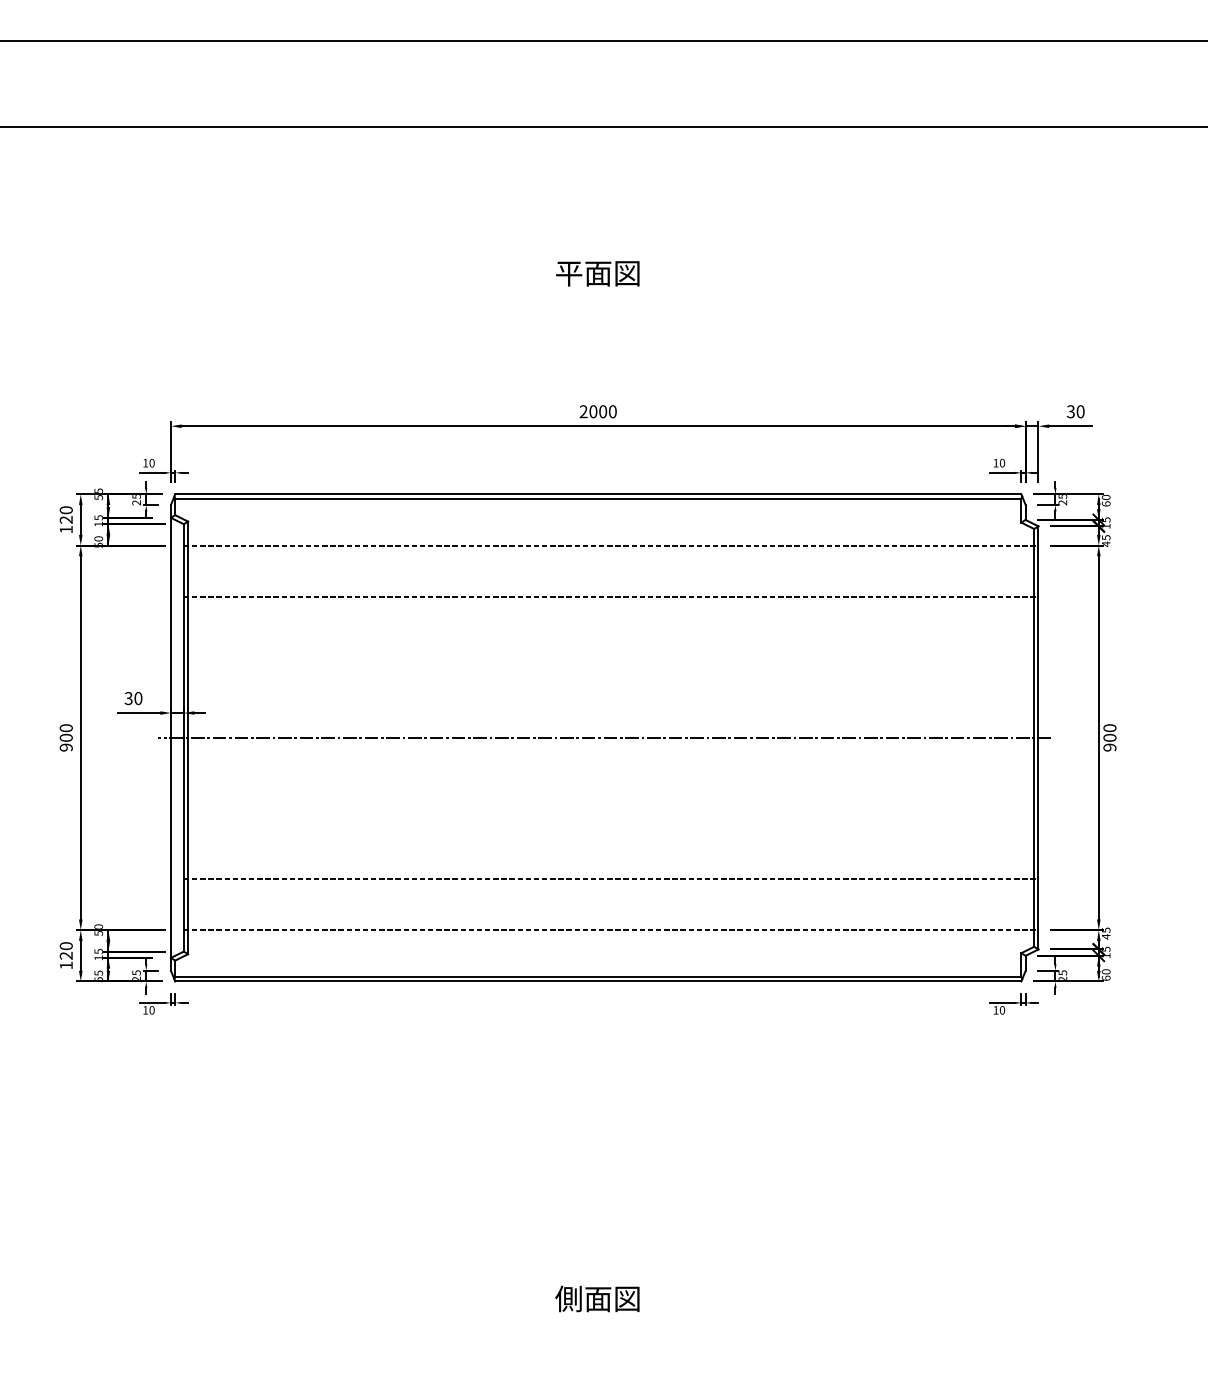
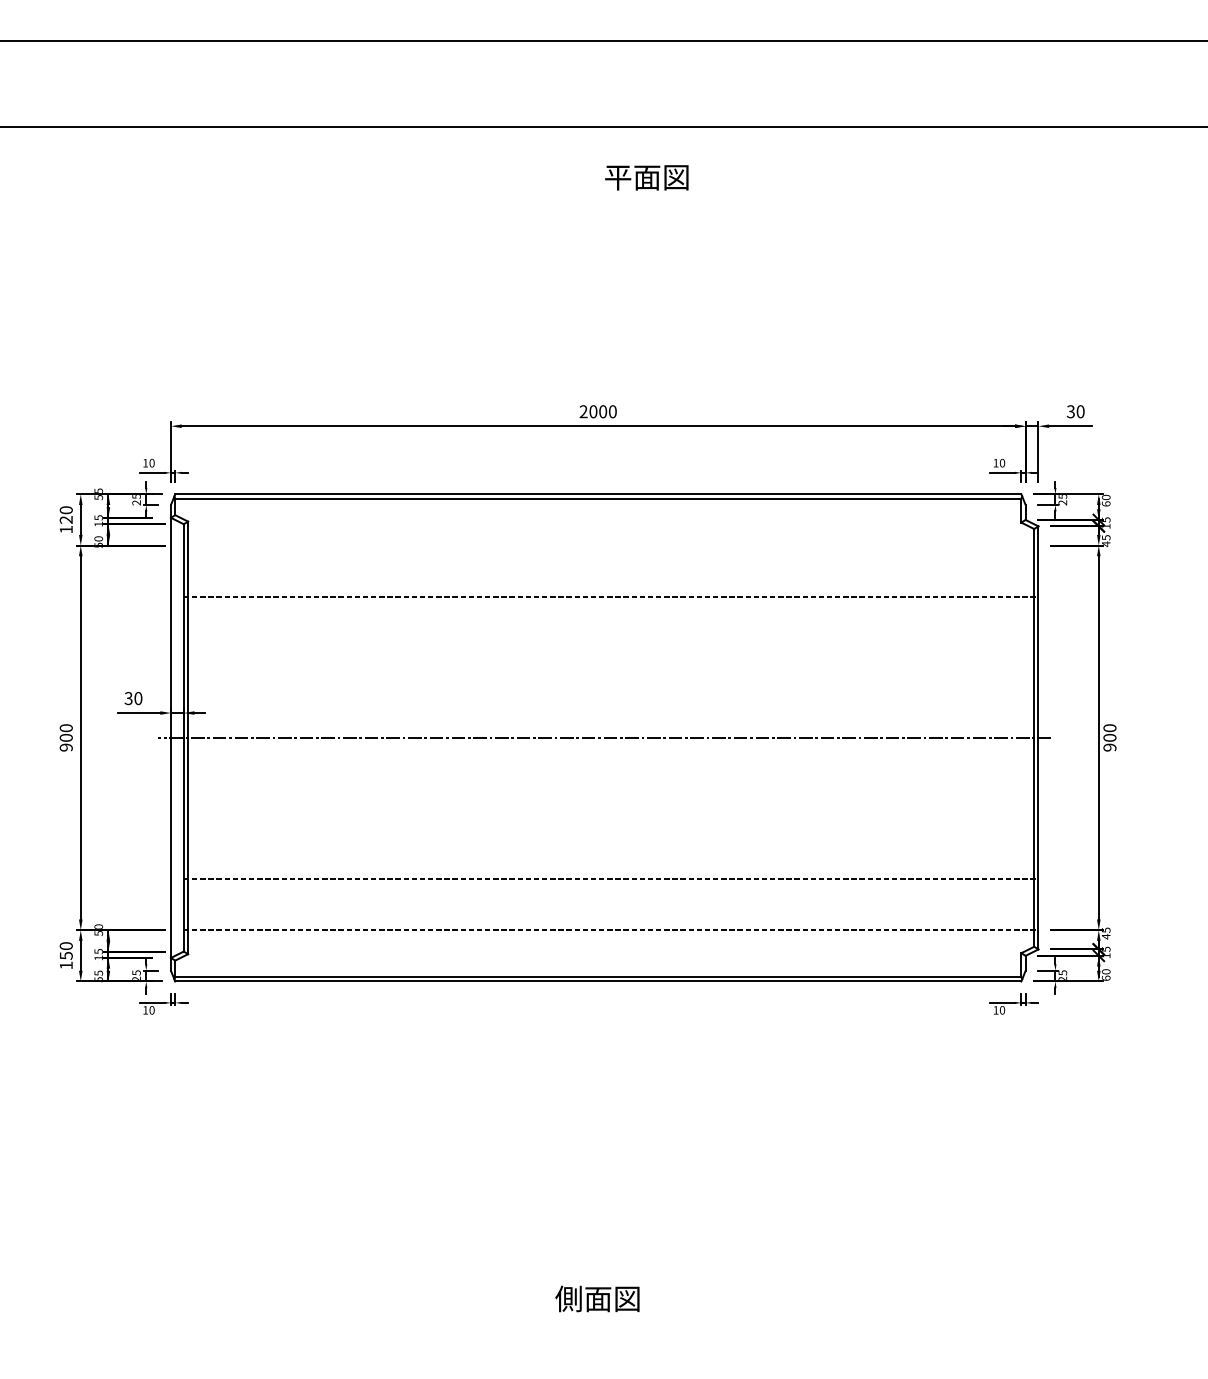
text at (597, 273) position: (597, 273) -> (646, 177)
line at (610, 545): present -> none
text at (65, 955): 120 -> 150
